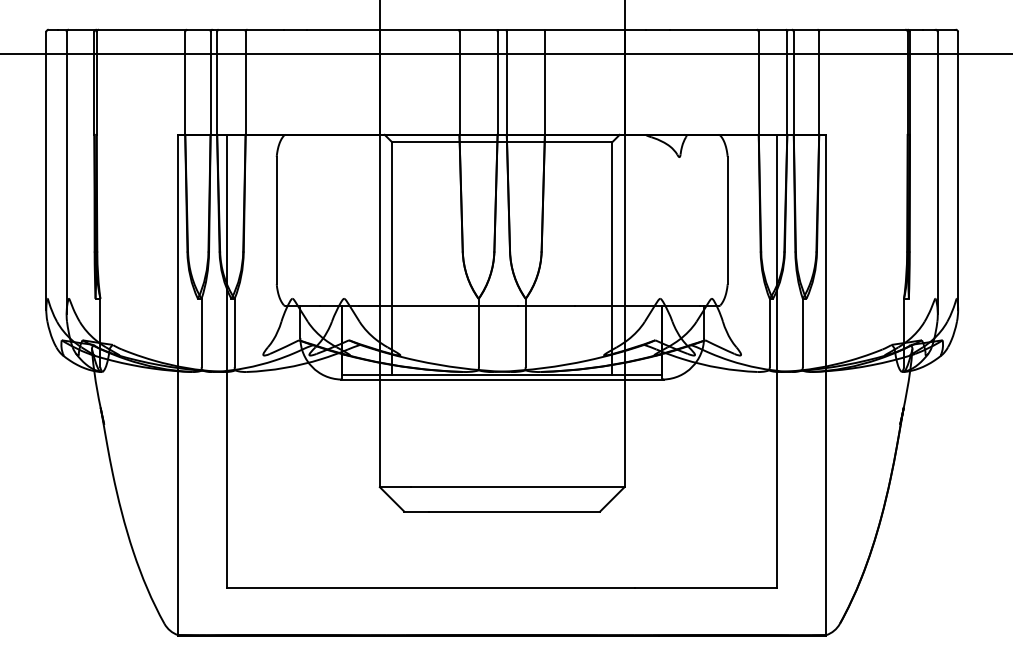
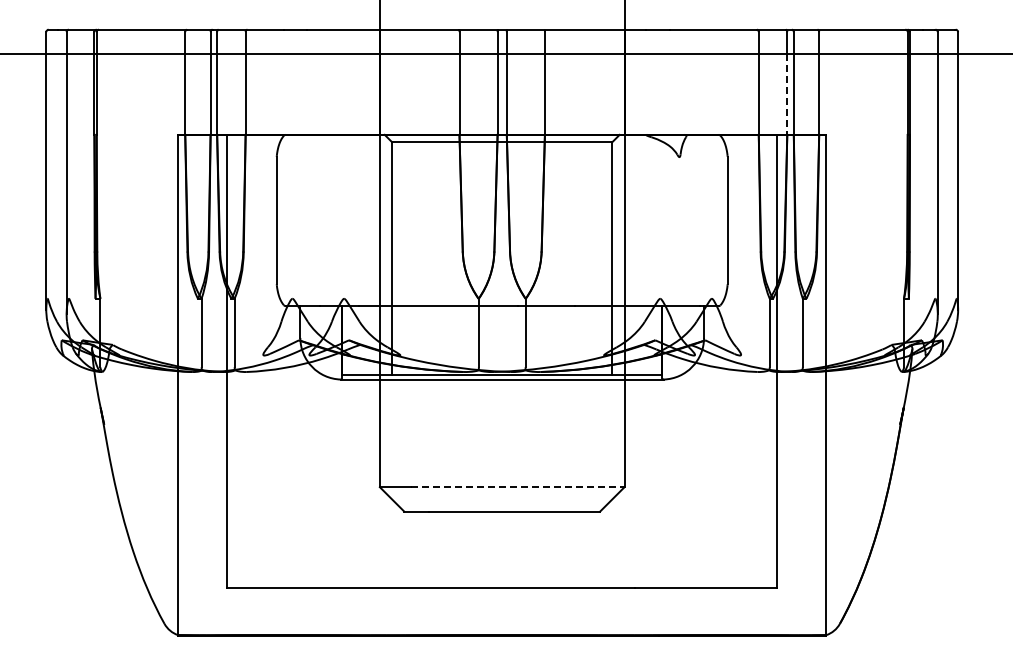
line at (787, 95): solid -> dashed
line at (517, 487): solid -> dashed
